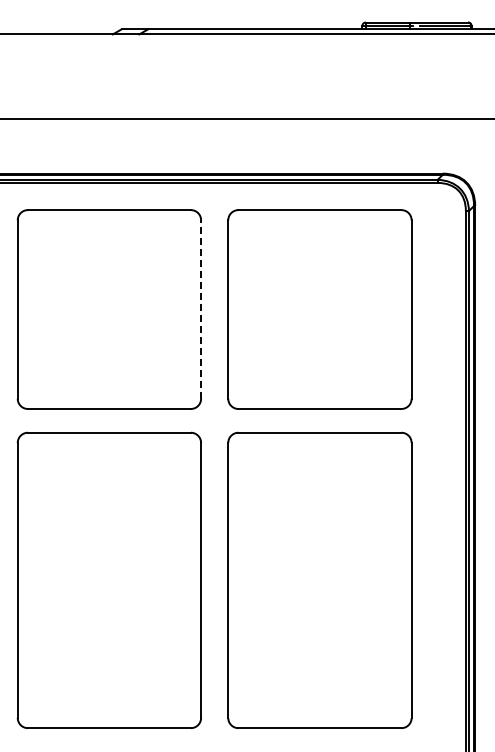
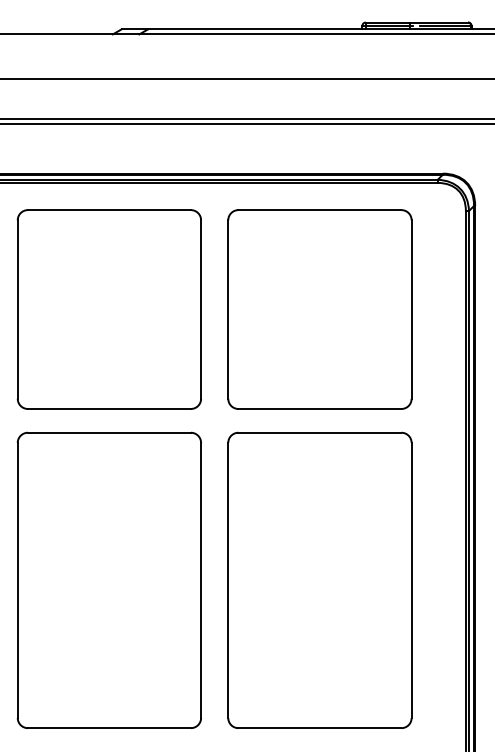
line at (246, 78): none -> present
line at (246, 123): none -> present
line at (201, 309): dashed -> solid
